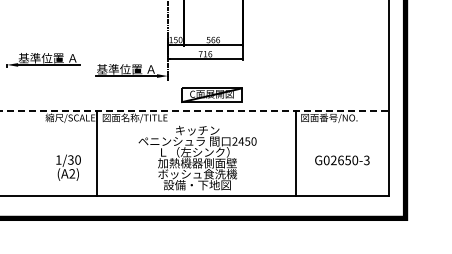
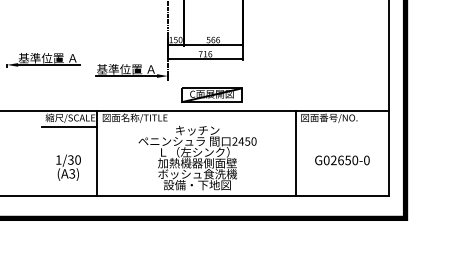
line at (194, 110): dashed -> solid
line at (69, 126): none -> present
text at (366, 160): G02650-3 -> G02650-0
text at (72, 174): (A2) -> (A3)
